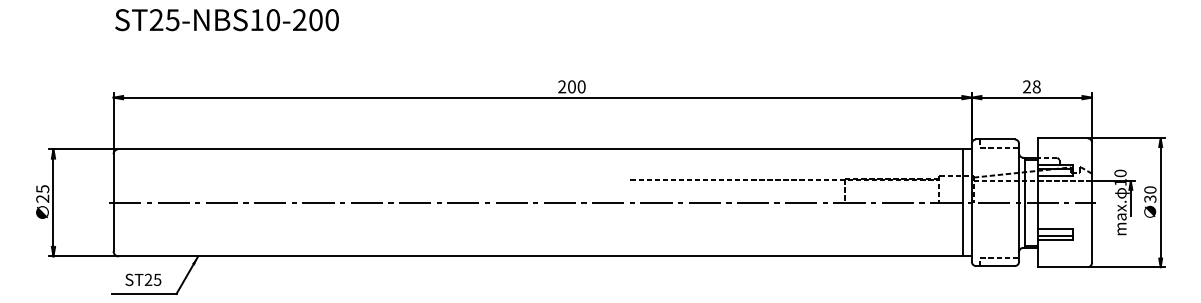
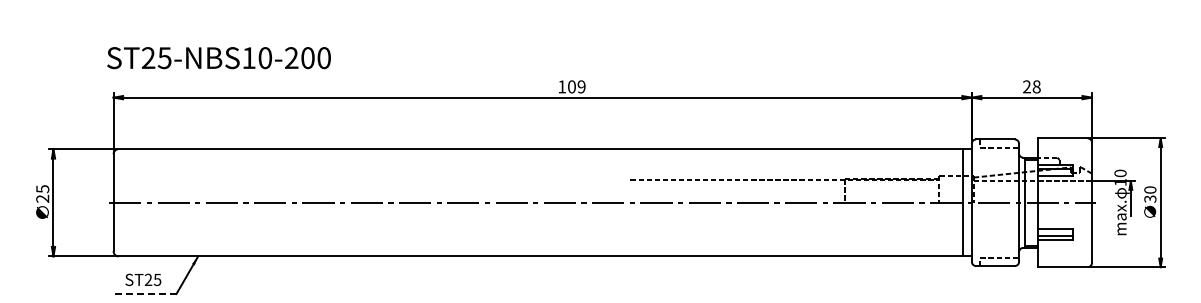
text at (226, 20) position: (226, 20) -> (218, 58)
text at (571, 86): 200 -> 109
line at (143, 293): solid -> dashed
